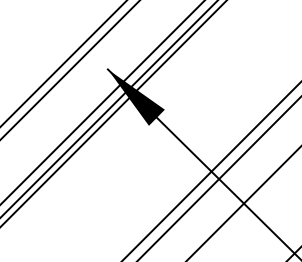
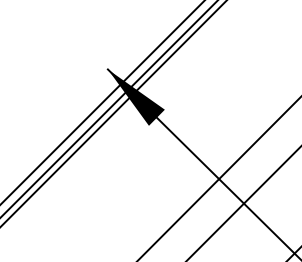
line at (63, 63): present -> none
line at (70, 69): present -> none
line at (211, 171): present -> none
